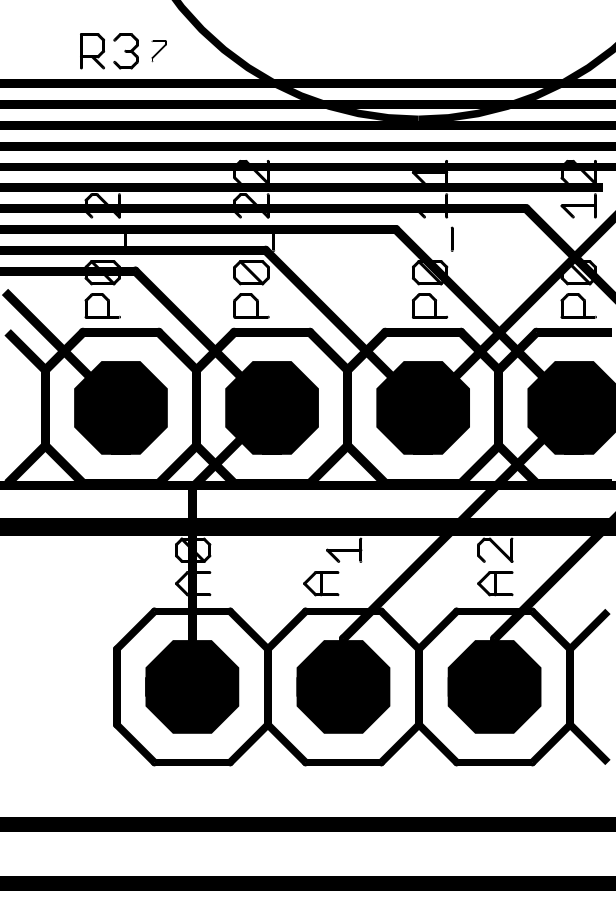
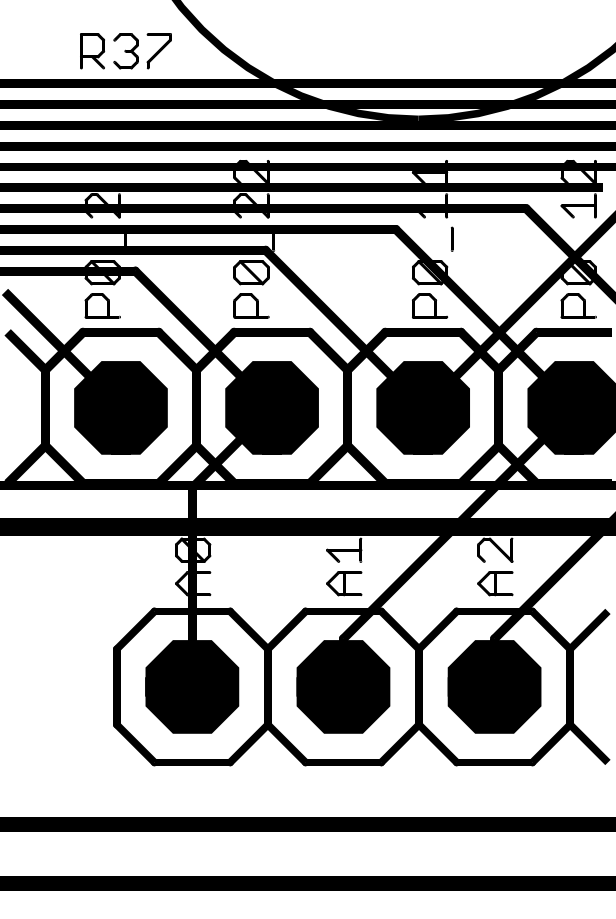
part at (158, 51) size: 16x23 px -> 26x37 px
part at (321, 583) position: (321, 583) -> (344, 583)
